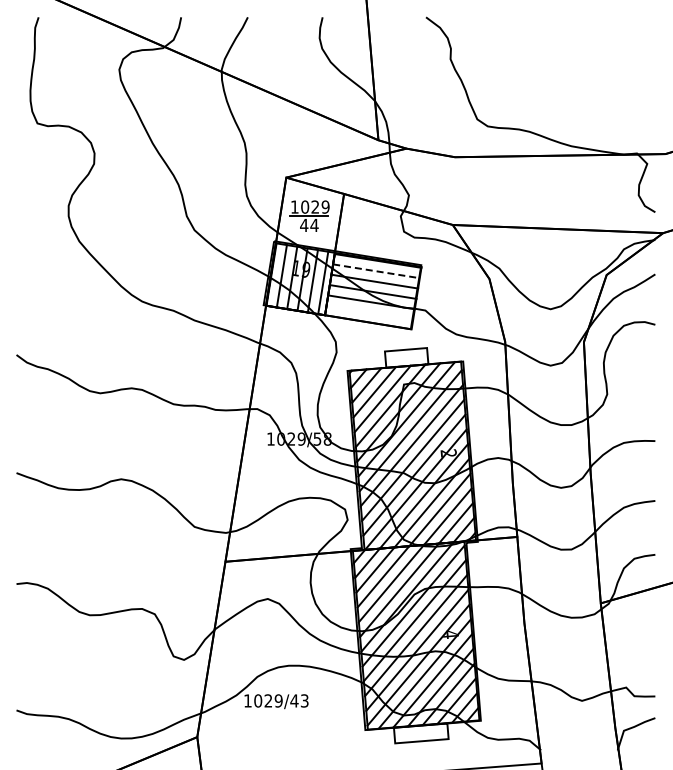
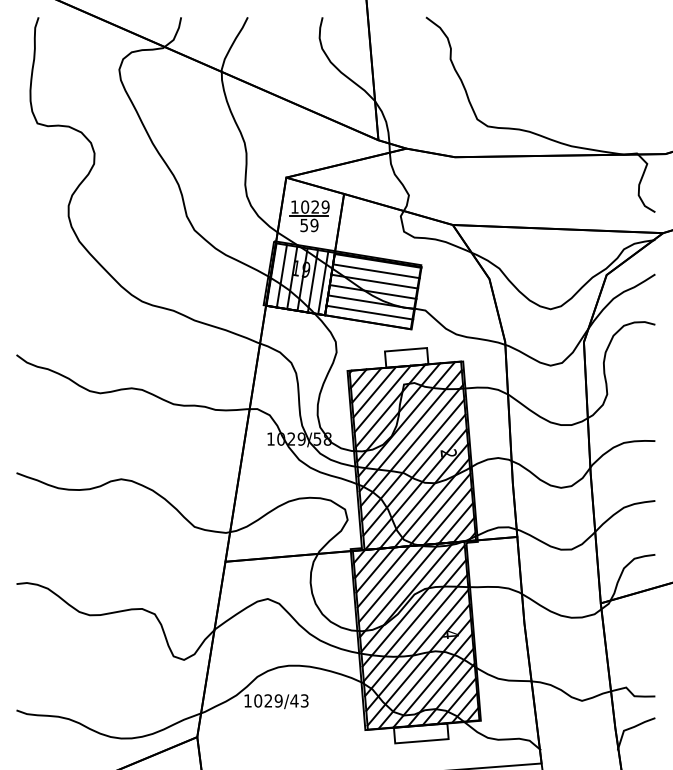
text at (309, 225): 44 -> 59
line at (376, 271): dashed -> solid
line at (369, 312): none -> present
